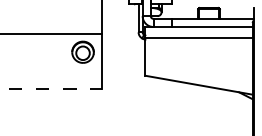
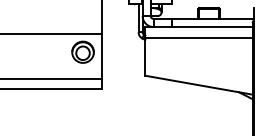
line at (52, 78): none -> present
line at (51, 88): dashed -> solid
